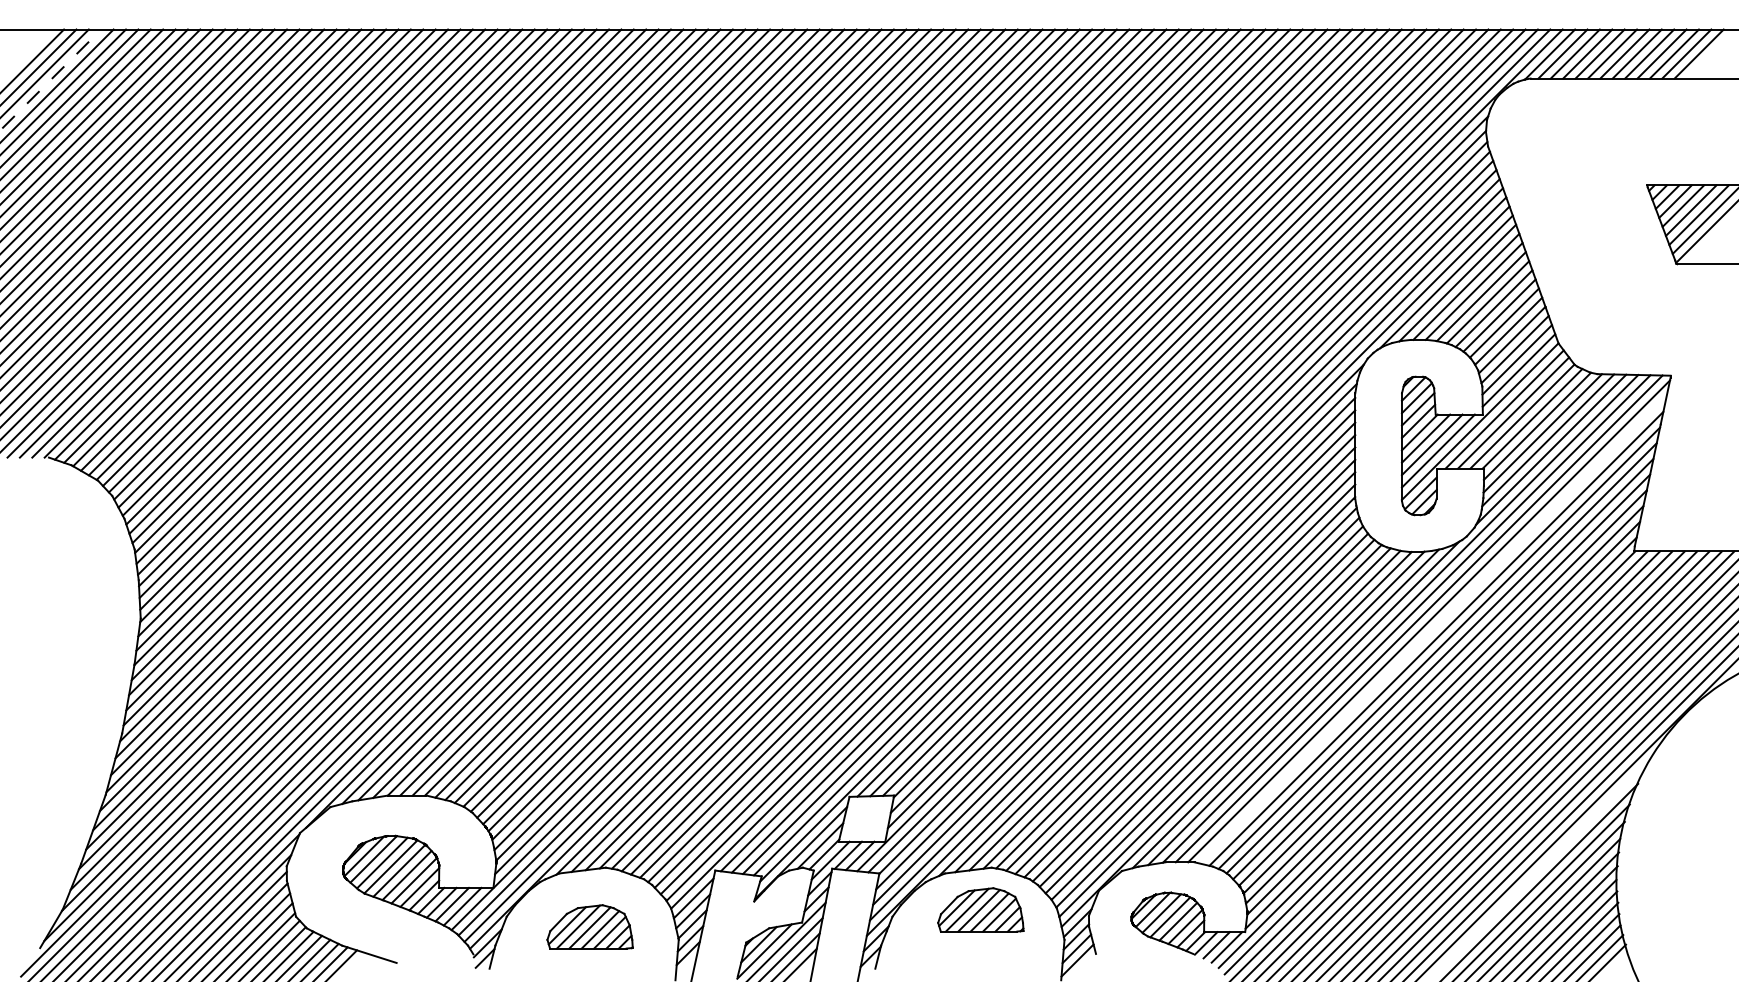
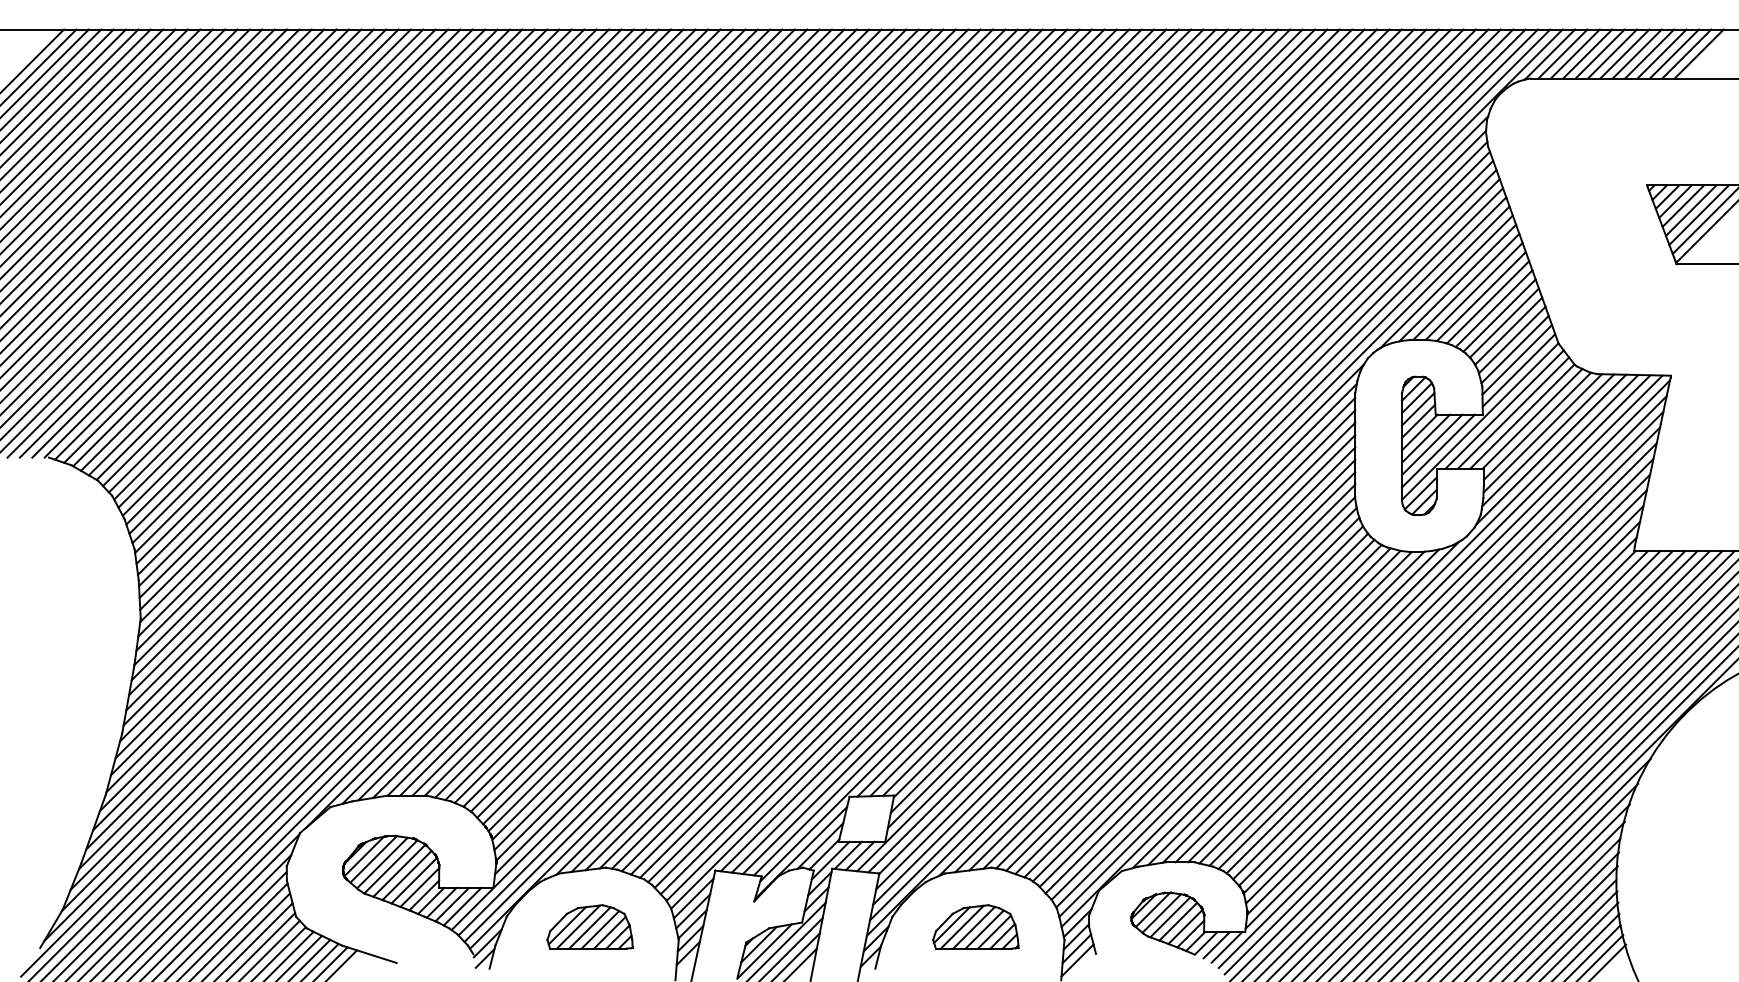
line at (51, 79): dashed -> solid
line at (1432, 629): none -> present
line at (1540, 868): none -> present
part at (980, 909) position: (980, 909) -> (975, 926)
